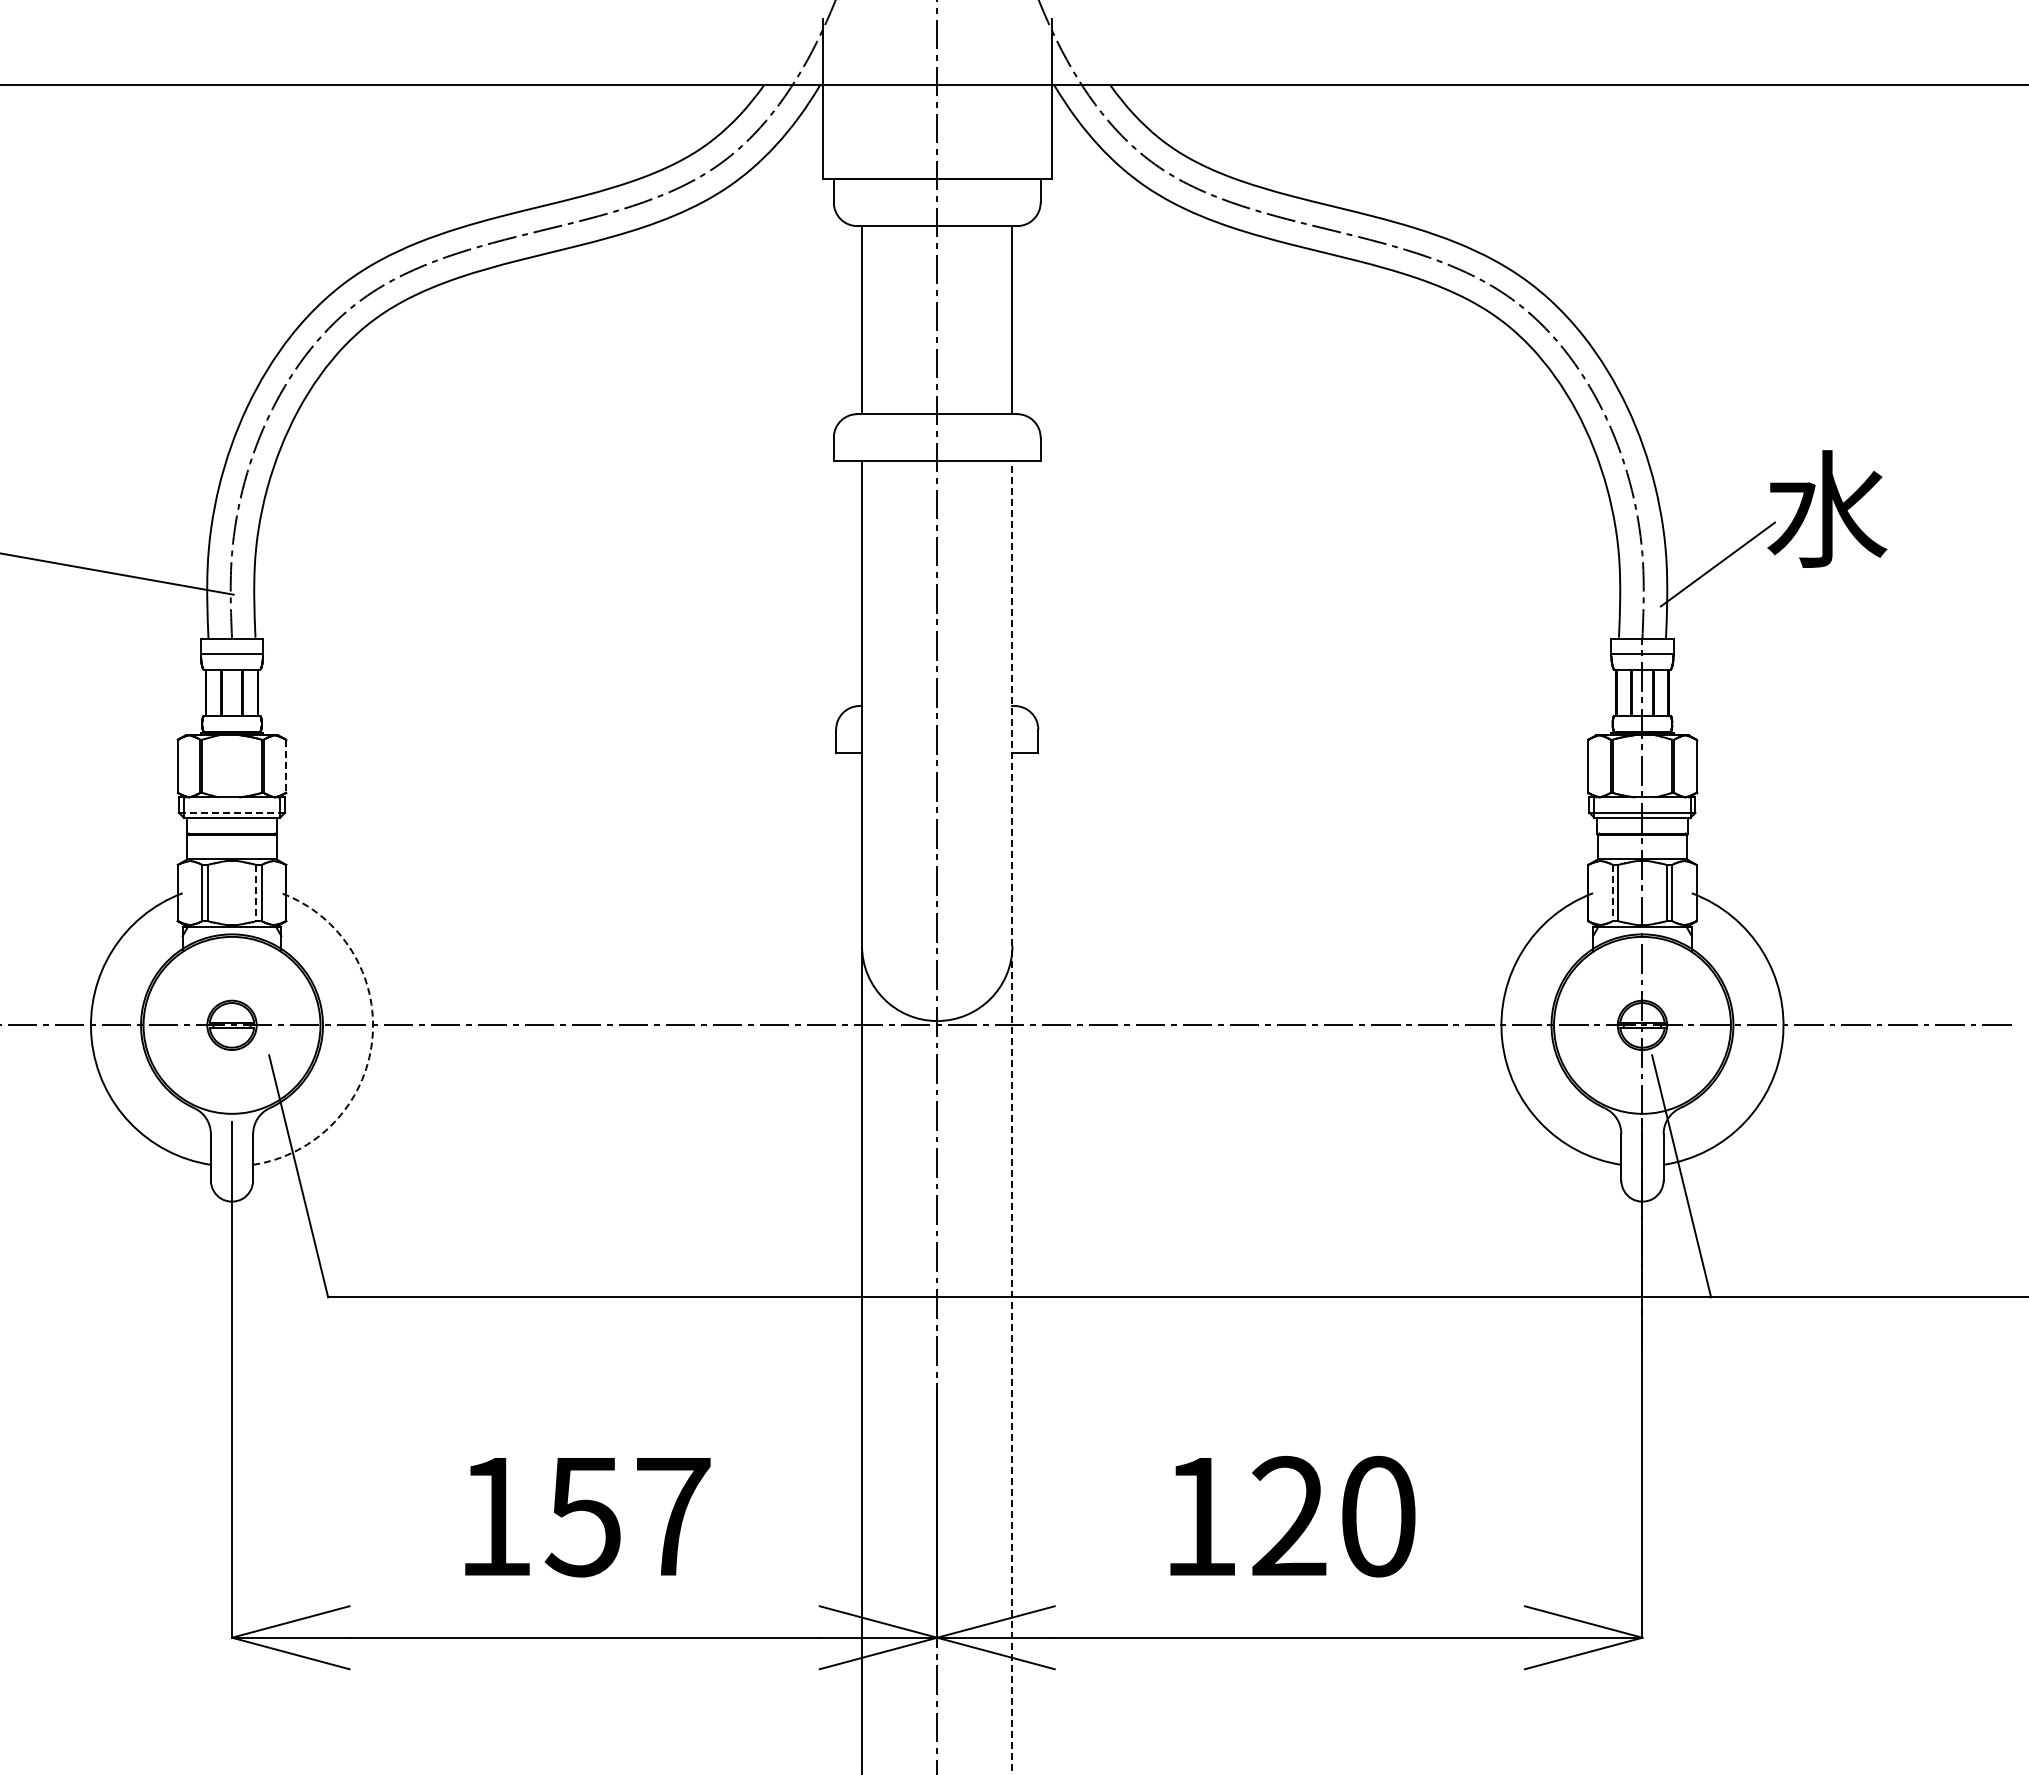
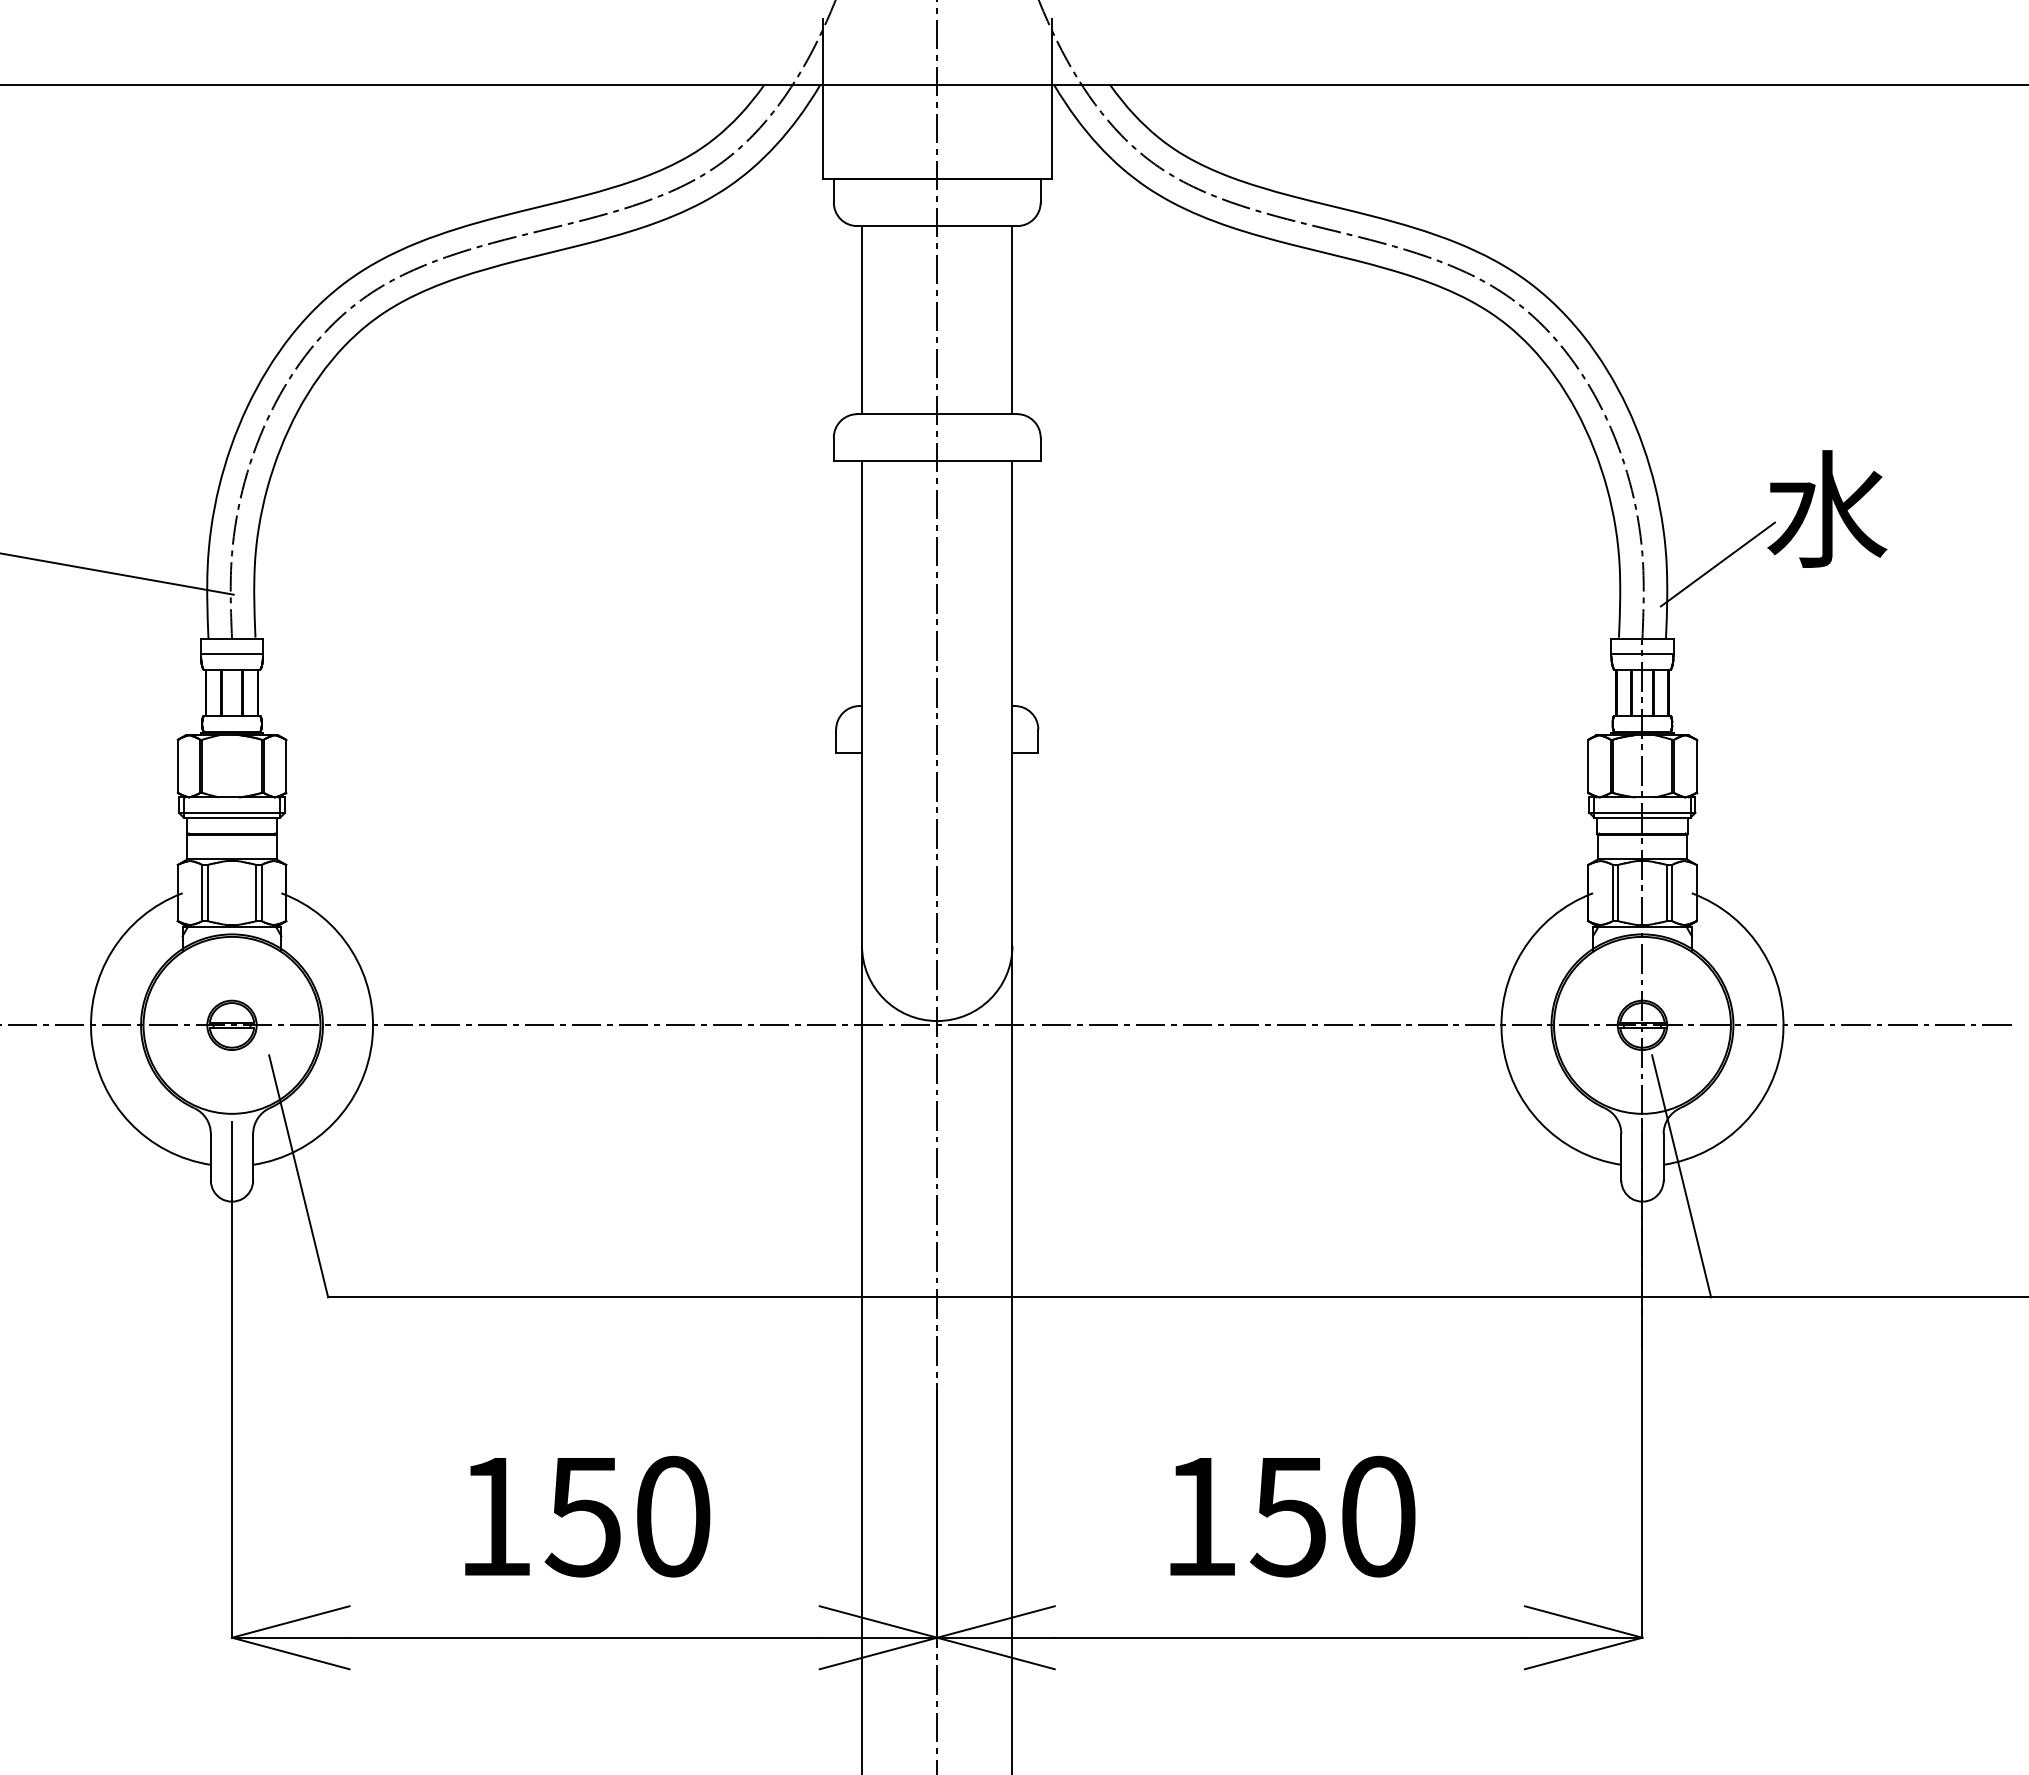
line at (286, 766): dashed -> solid
line at (232, 812): dashed -> solid
line at (256, 893): dashed -> solid
line at (1612, 893): dashed -> solid
arc at (372, 1039): dashed -> solid
line at (1012, 1118): dashed -> solid
text at (673, 1516): 157 -> 150
text at (1288, 1516): 120 -> 150
